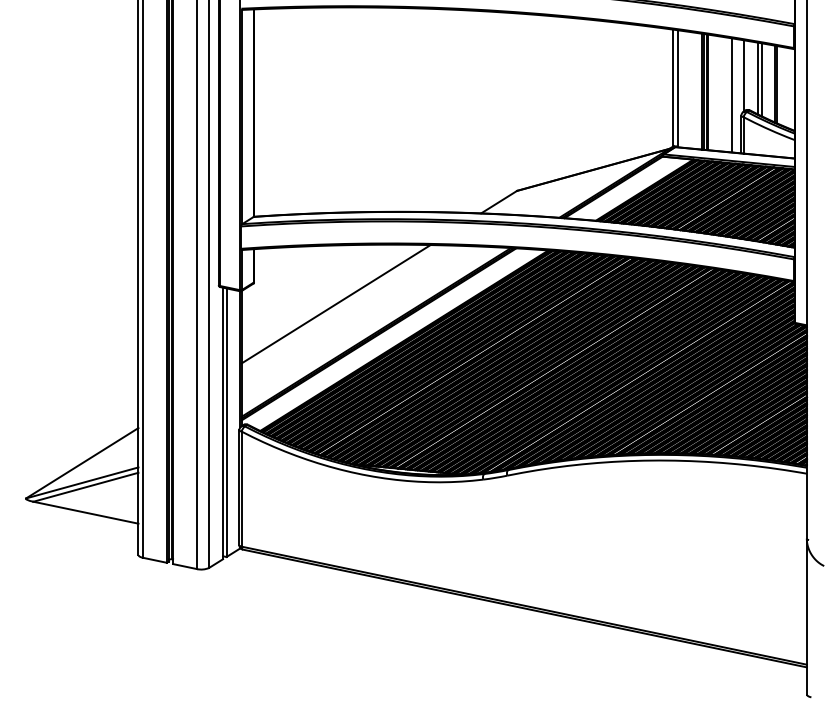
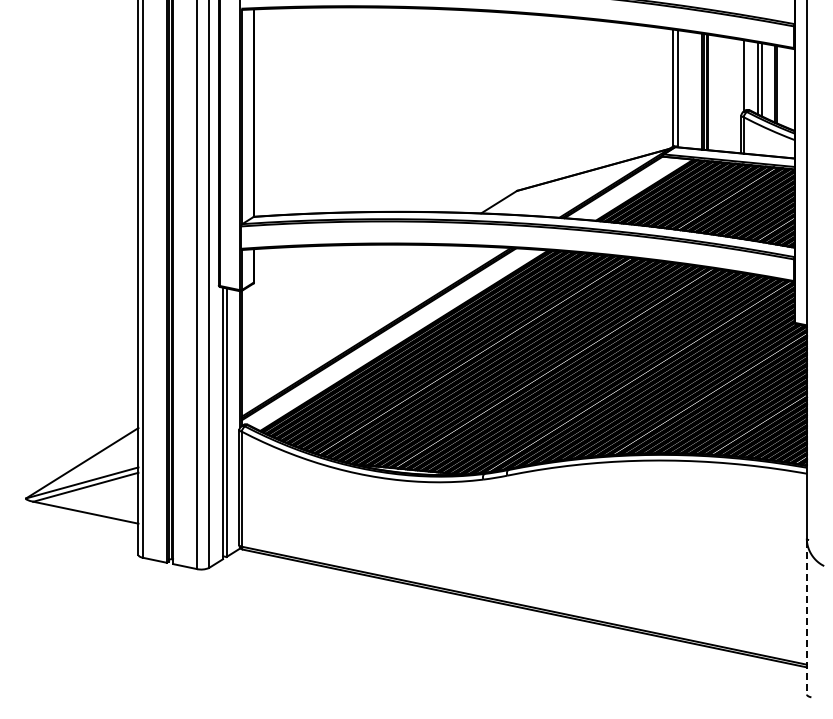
line at (731, 95): present -> none
line at (335, 304): present -> none
line at (806, 617): solid -> dashed
